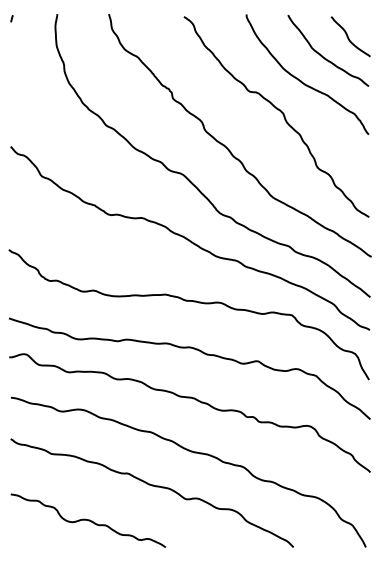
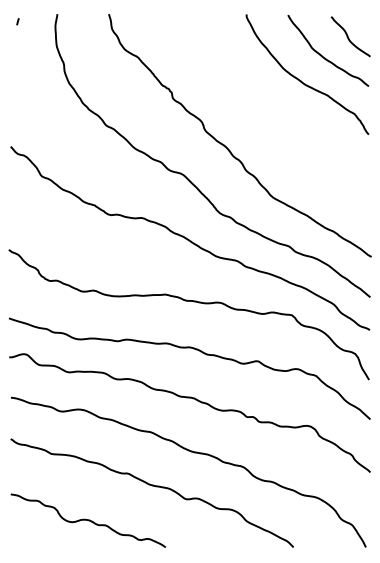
line at (11, 18) position: (11, 18) -> (17, 21)
curve at (280, 112): present -> none
